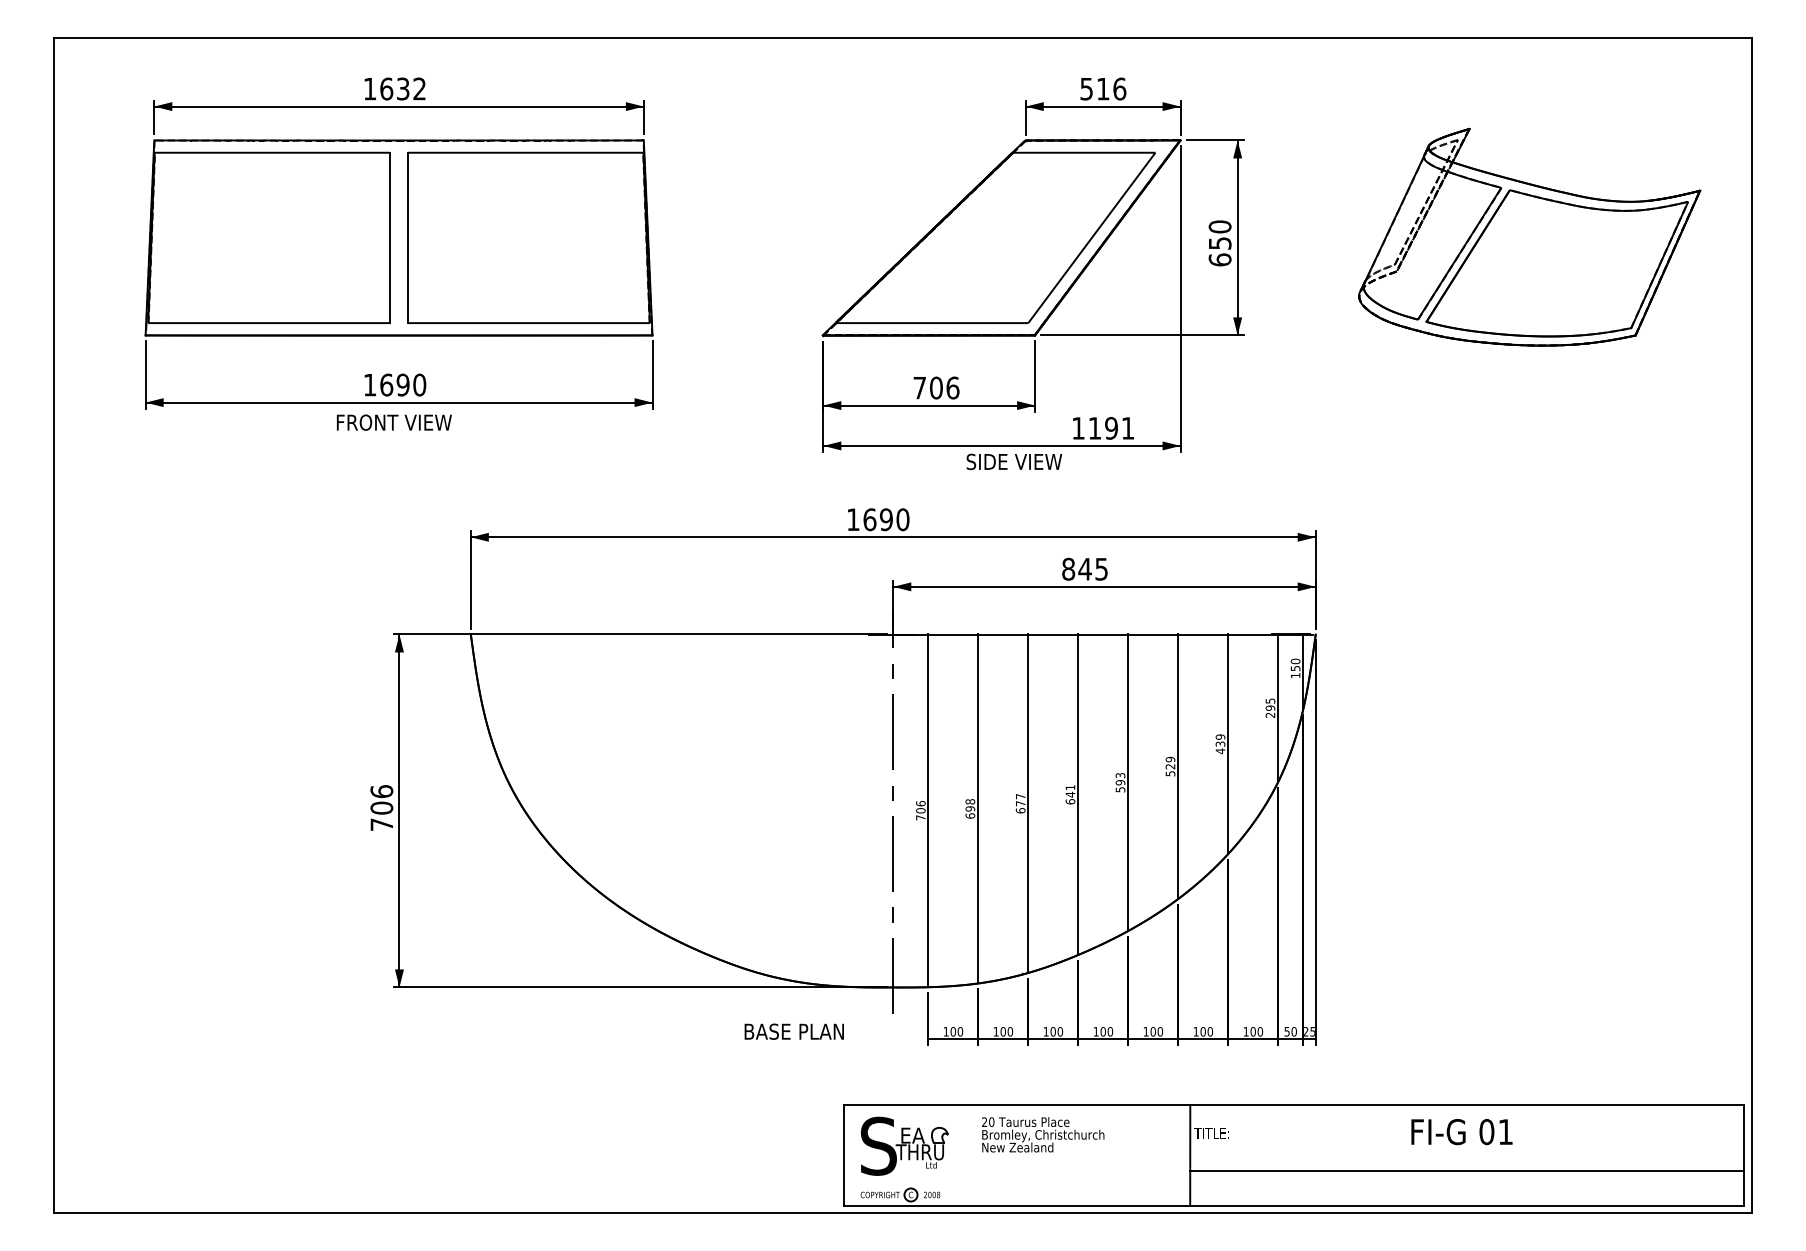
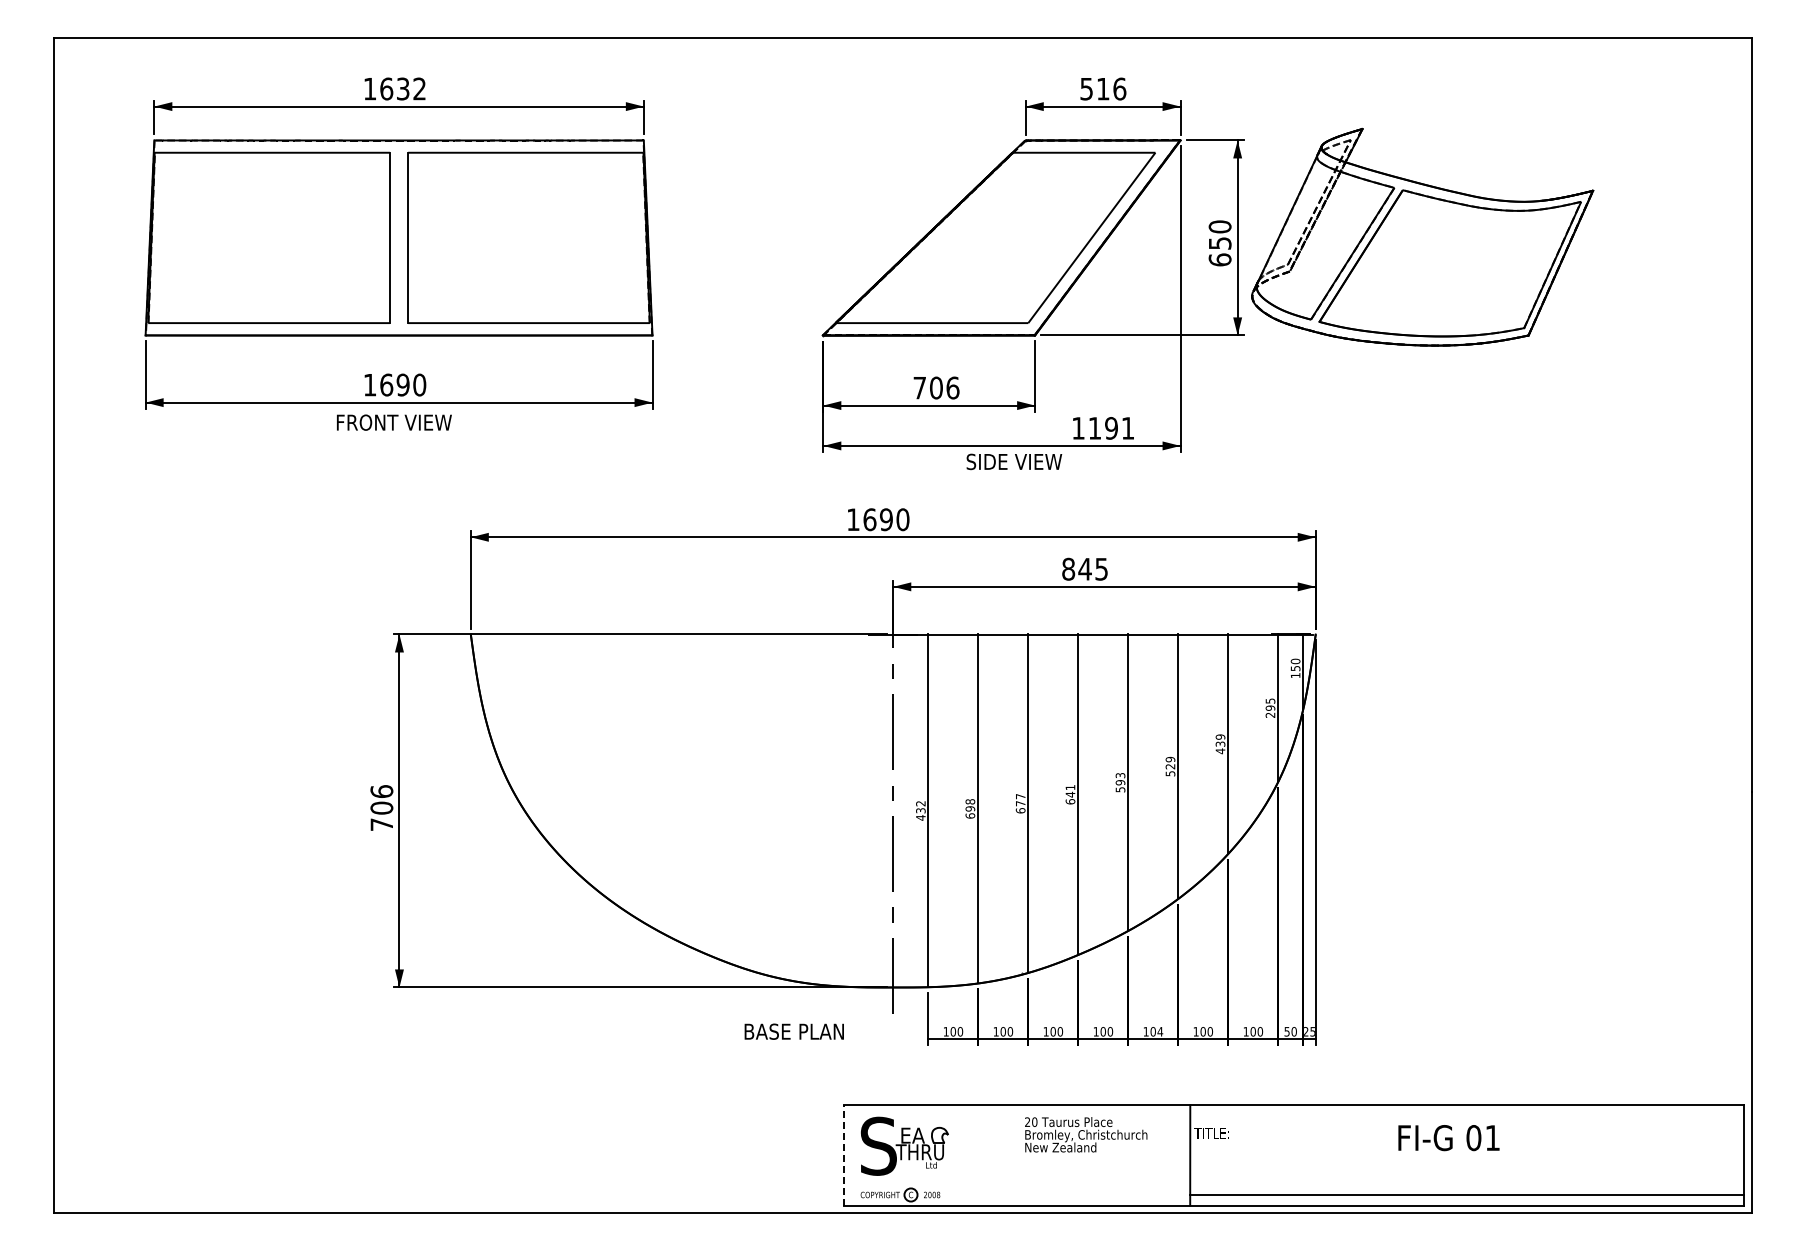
part at (1529, 236) position: (1529, 236) -> (1422, 236)
text at (920, 810): 706 -> 432
text at (1160, 1031): 100 -> 104
text at (1461, 1132) position: (1461, 1132) -> (1448, 1138)
text at (1043, 1134) position: (1043, 1134) -> (1086, 1134)
line at (843, 1154): solid -> dashed
line at (1467, 1170) position: (1467, 1170) -> (1467, 1194)
